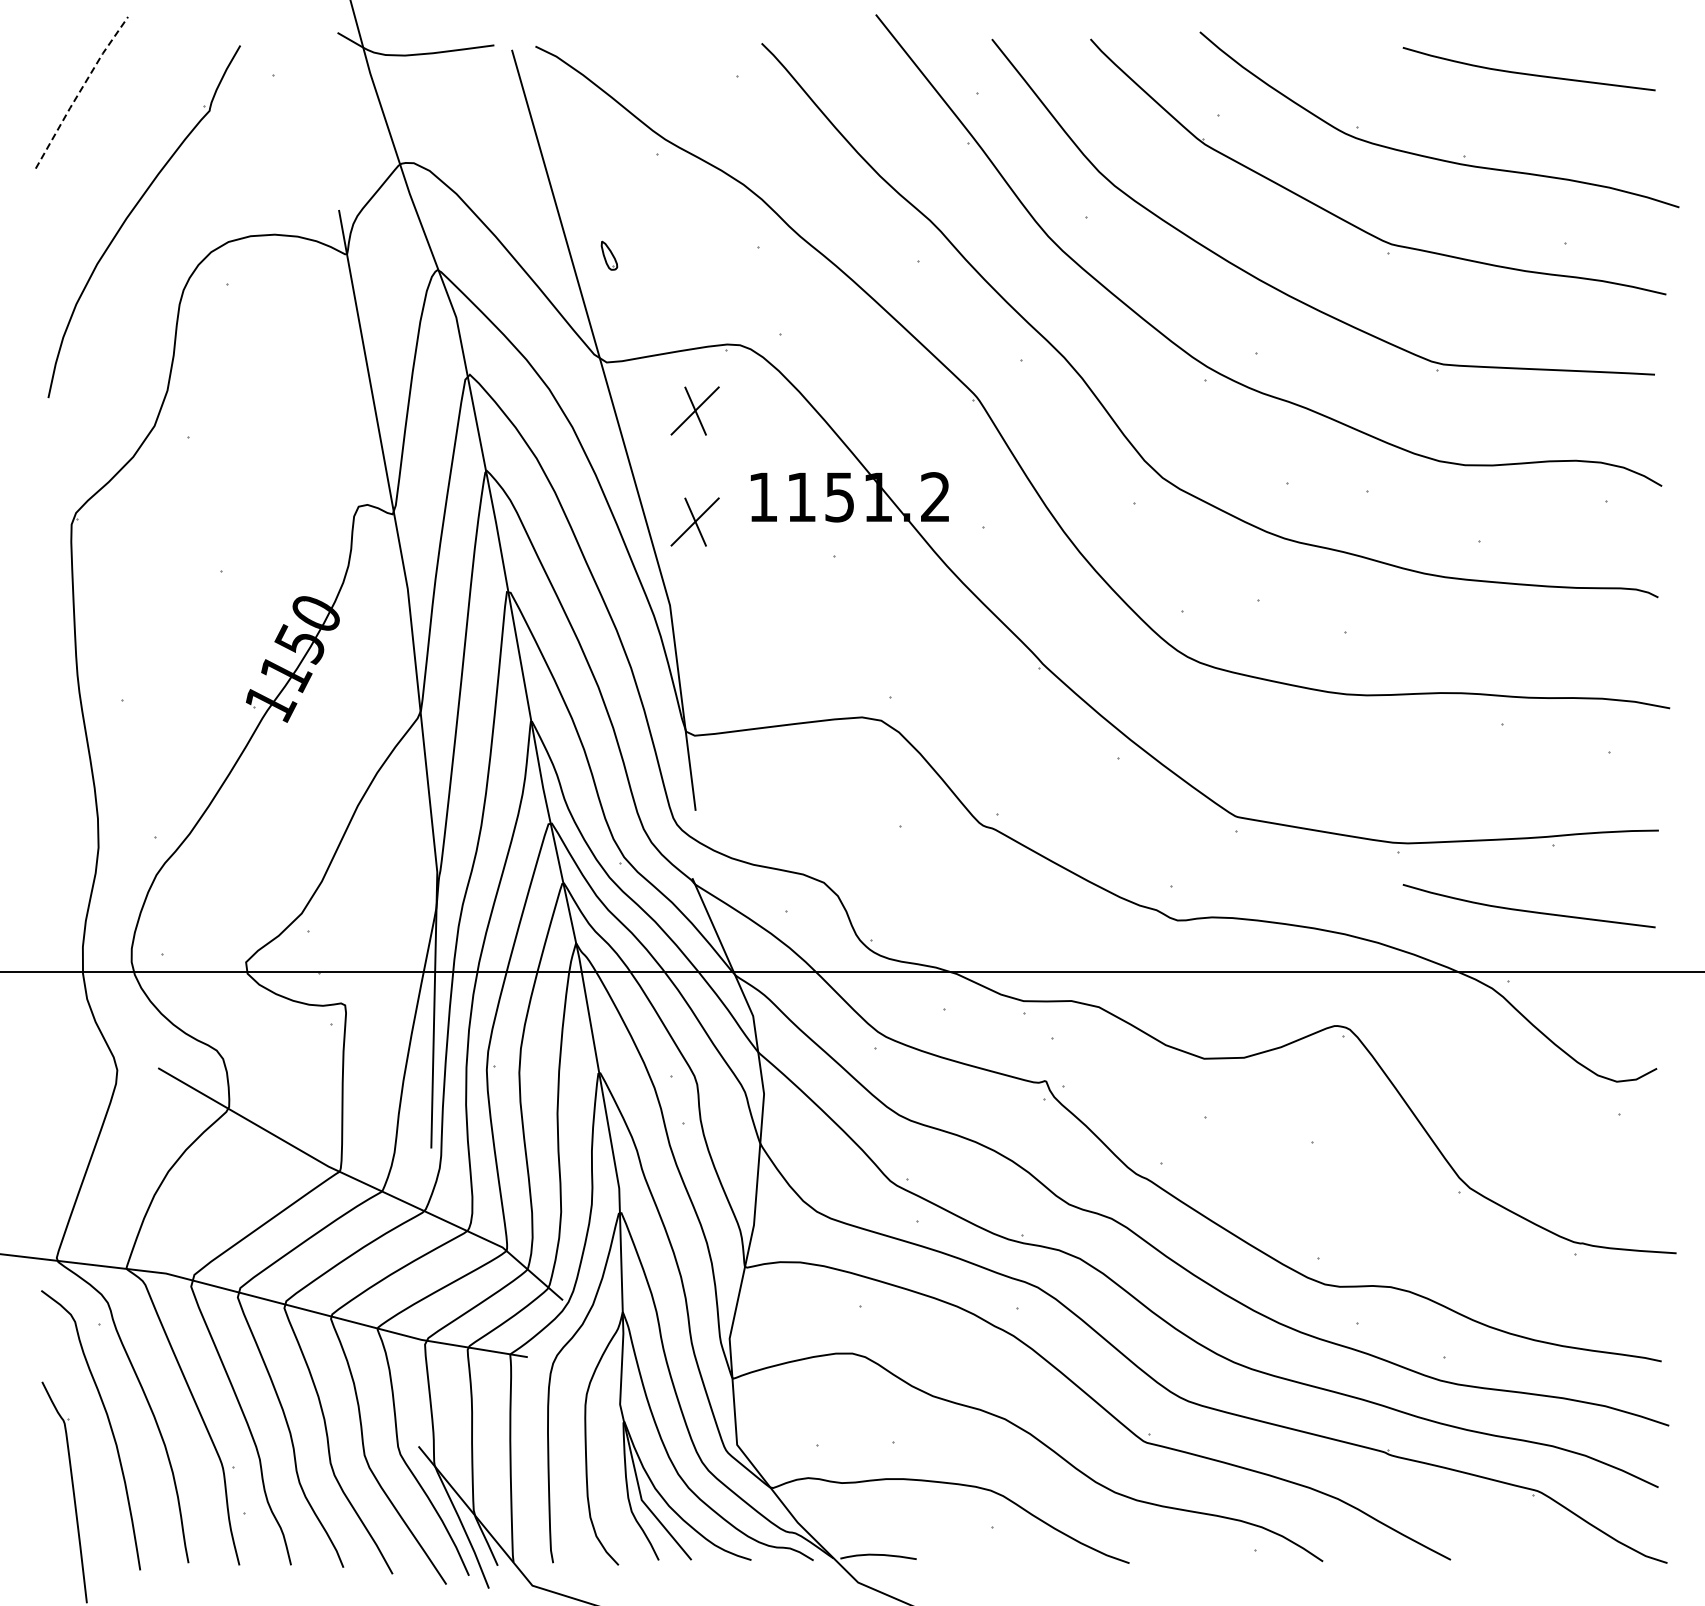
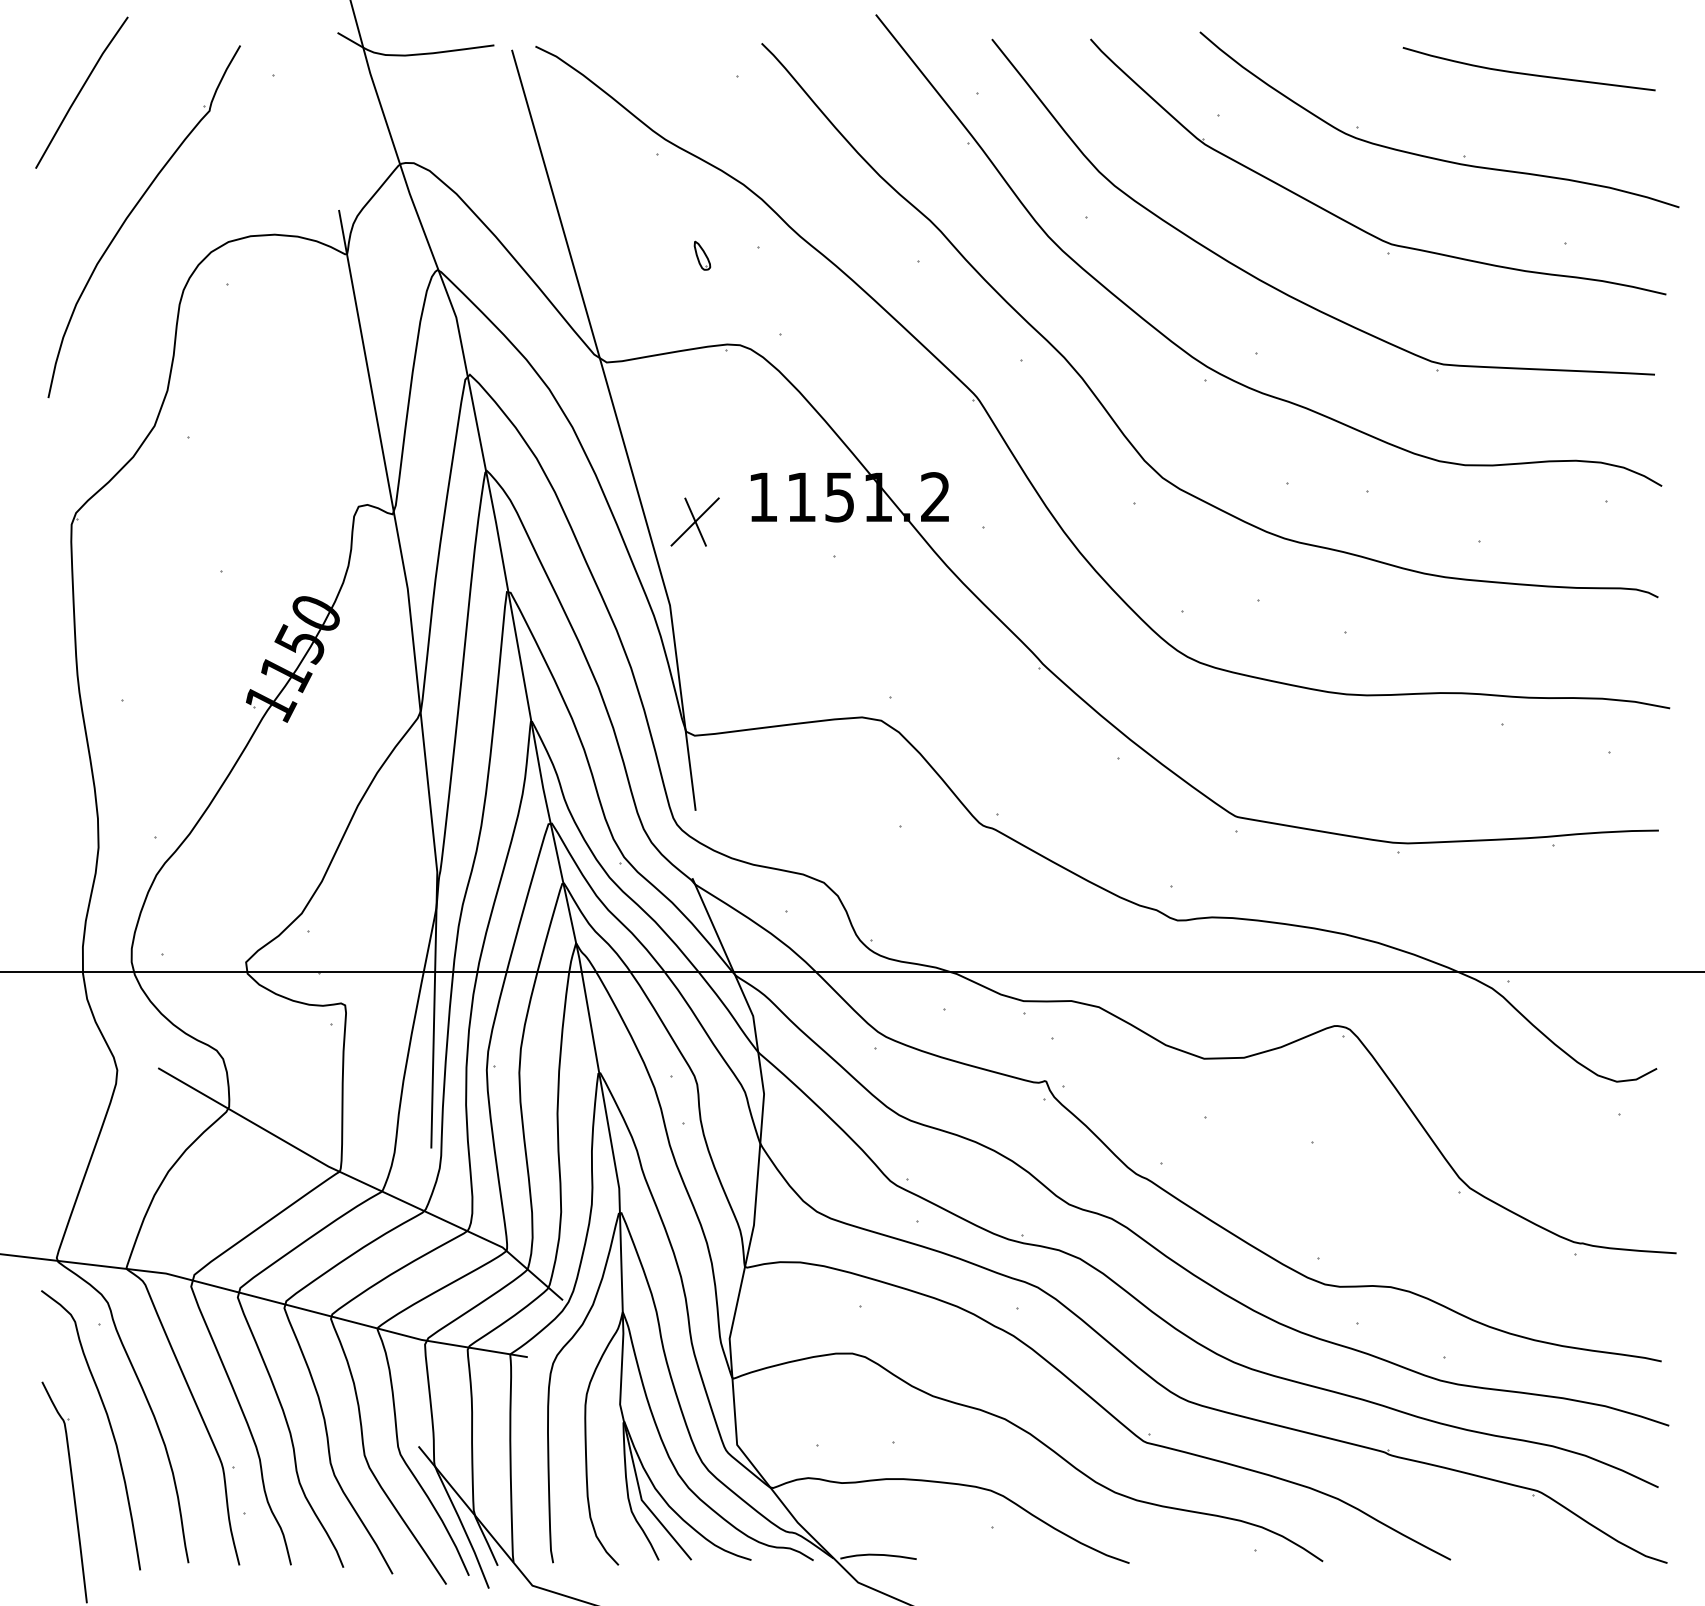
line at (80, 90): dashed -> solid
part at (609, 255) position: (609, 255) -> (702, 255)
part at (694, 410): present -> none
curve at (1528, 910): present -> none
